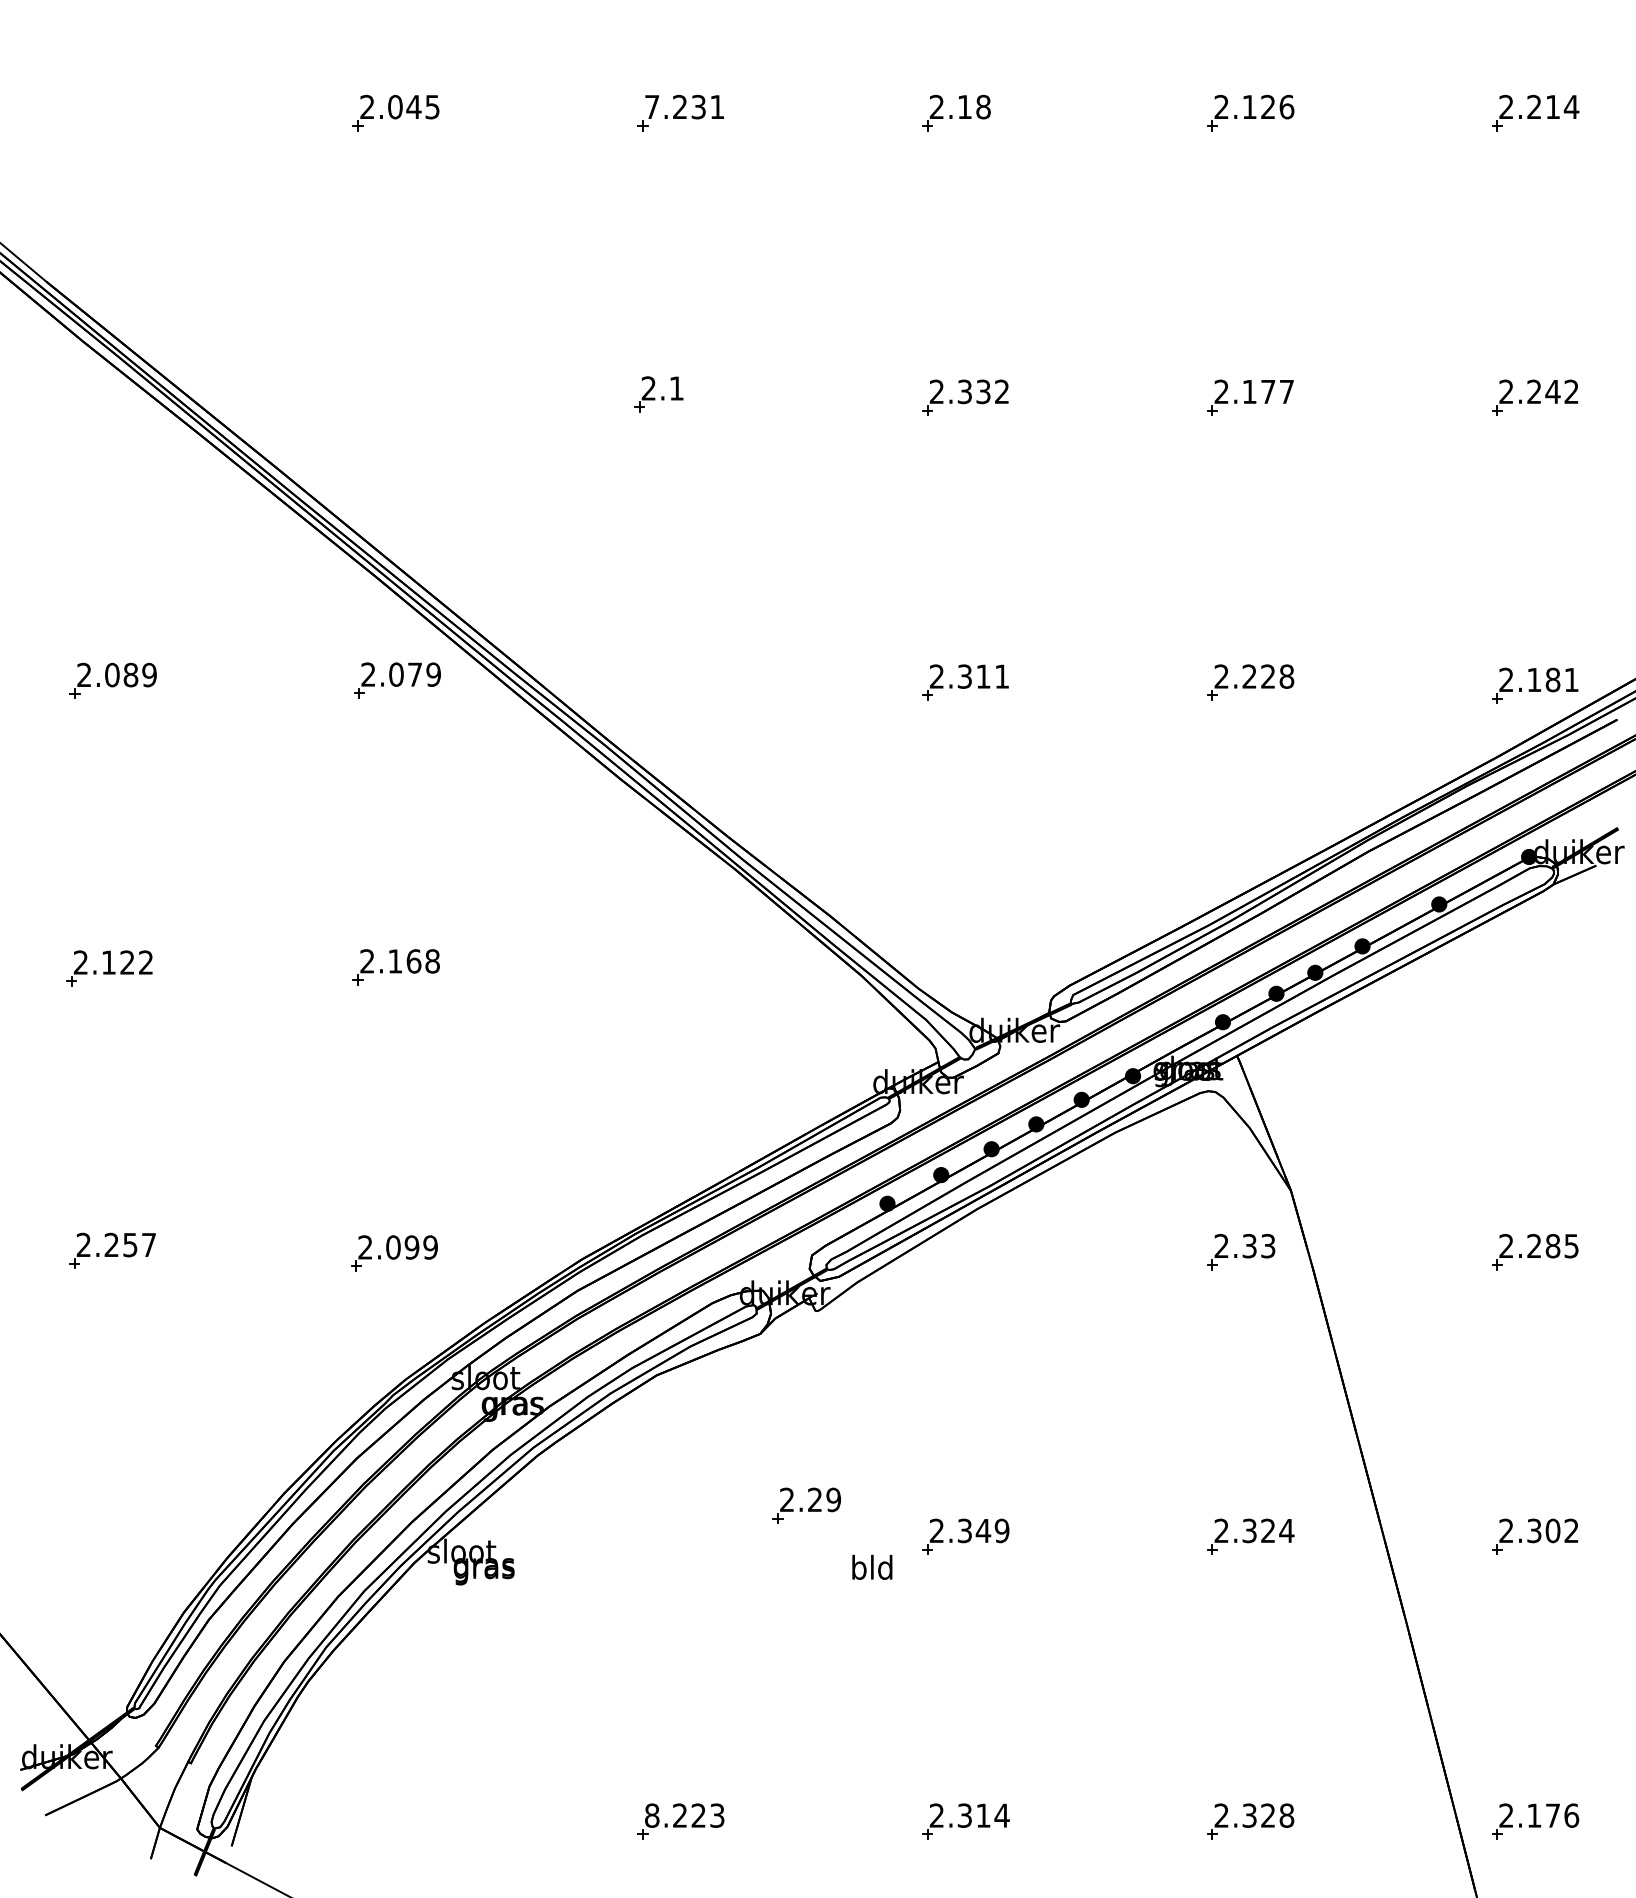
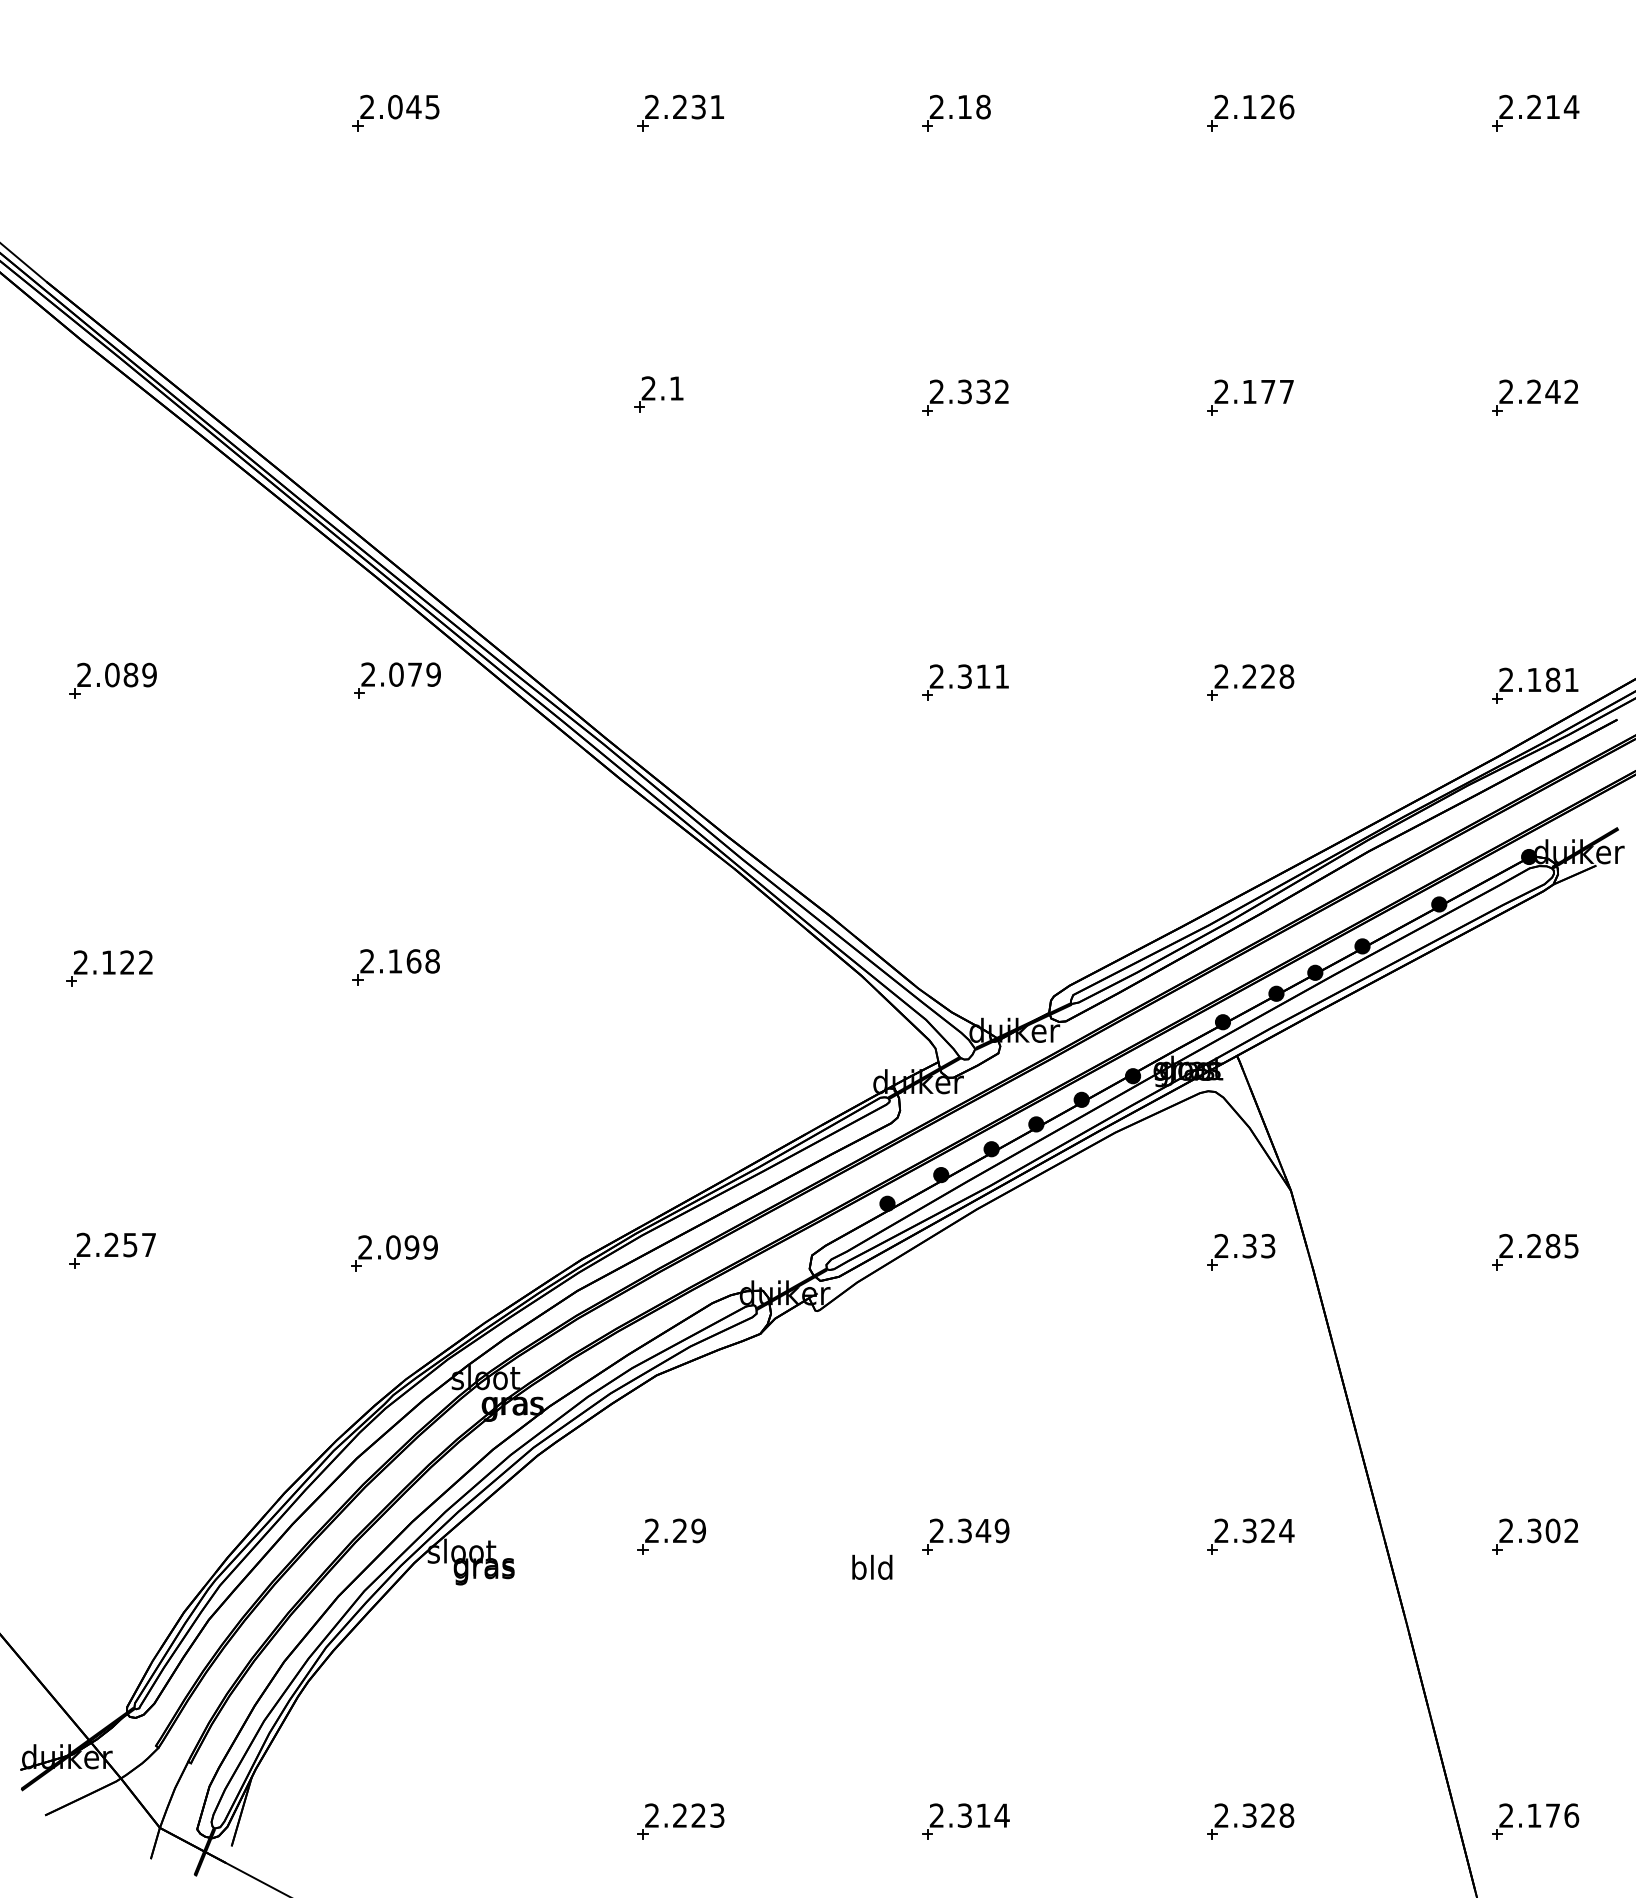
text at (651, 106): 7.231 -> 2.231
part at (806, 1505) position: (806, 1505) -> (671, 1536)
text at (652, 1815): 8.223 -> 2.223
